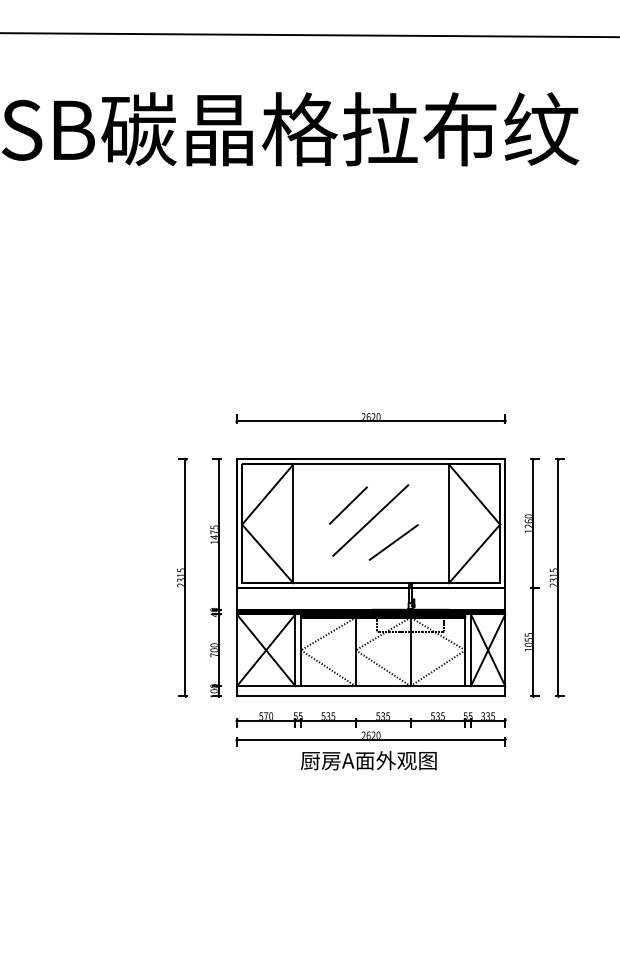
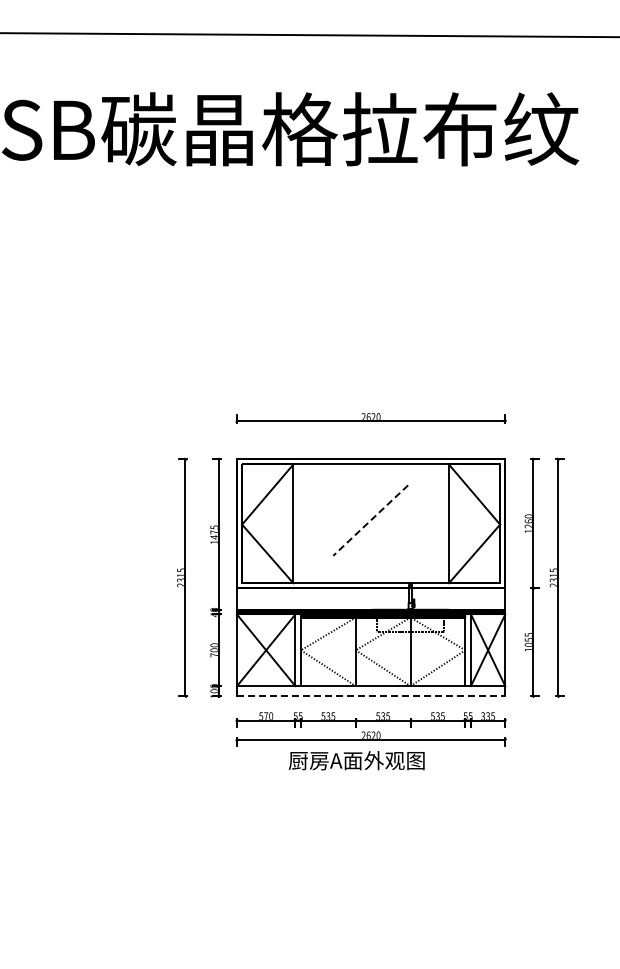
line at (347, 505): present -> none
line at (370, 520): solid -> dashed
line at (393, 542): present -> none
line at (371, 696): solid -> dashed
text at (368, 760) position: (368, 760) -> (356, 760)
